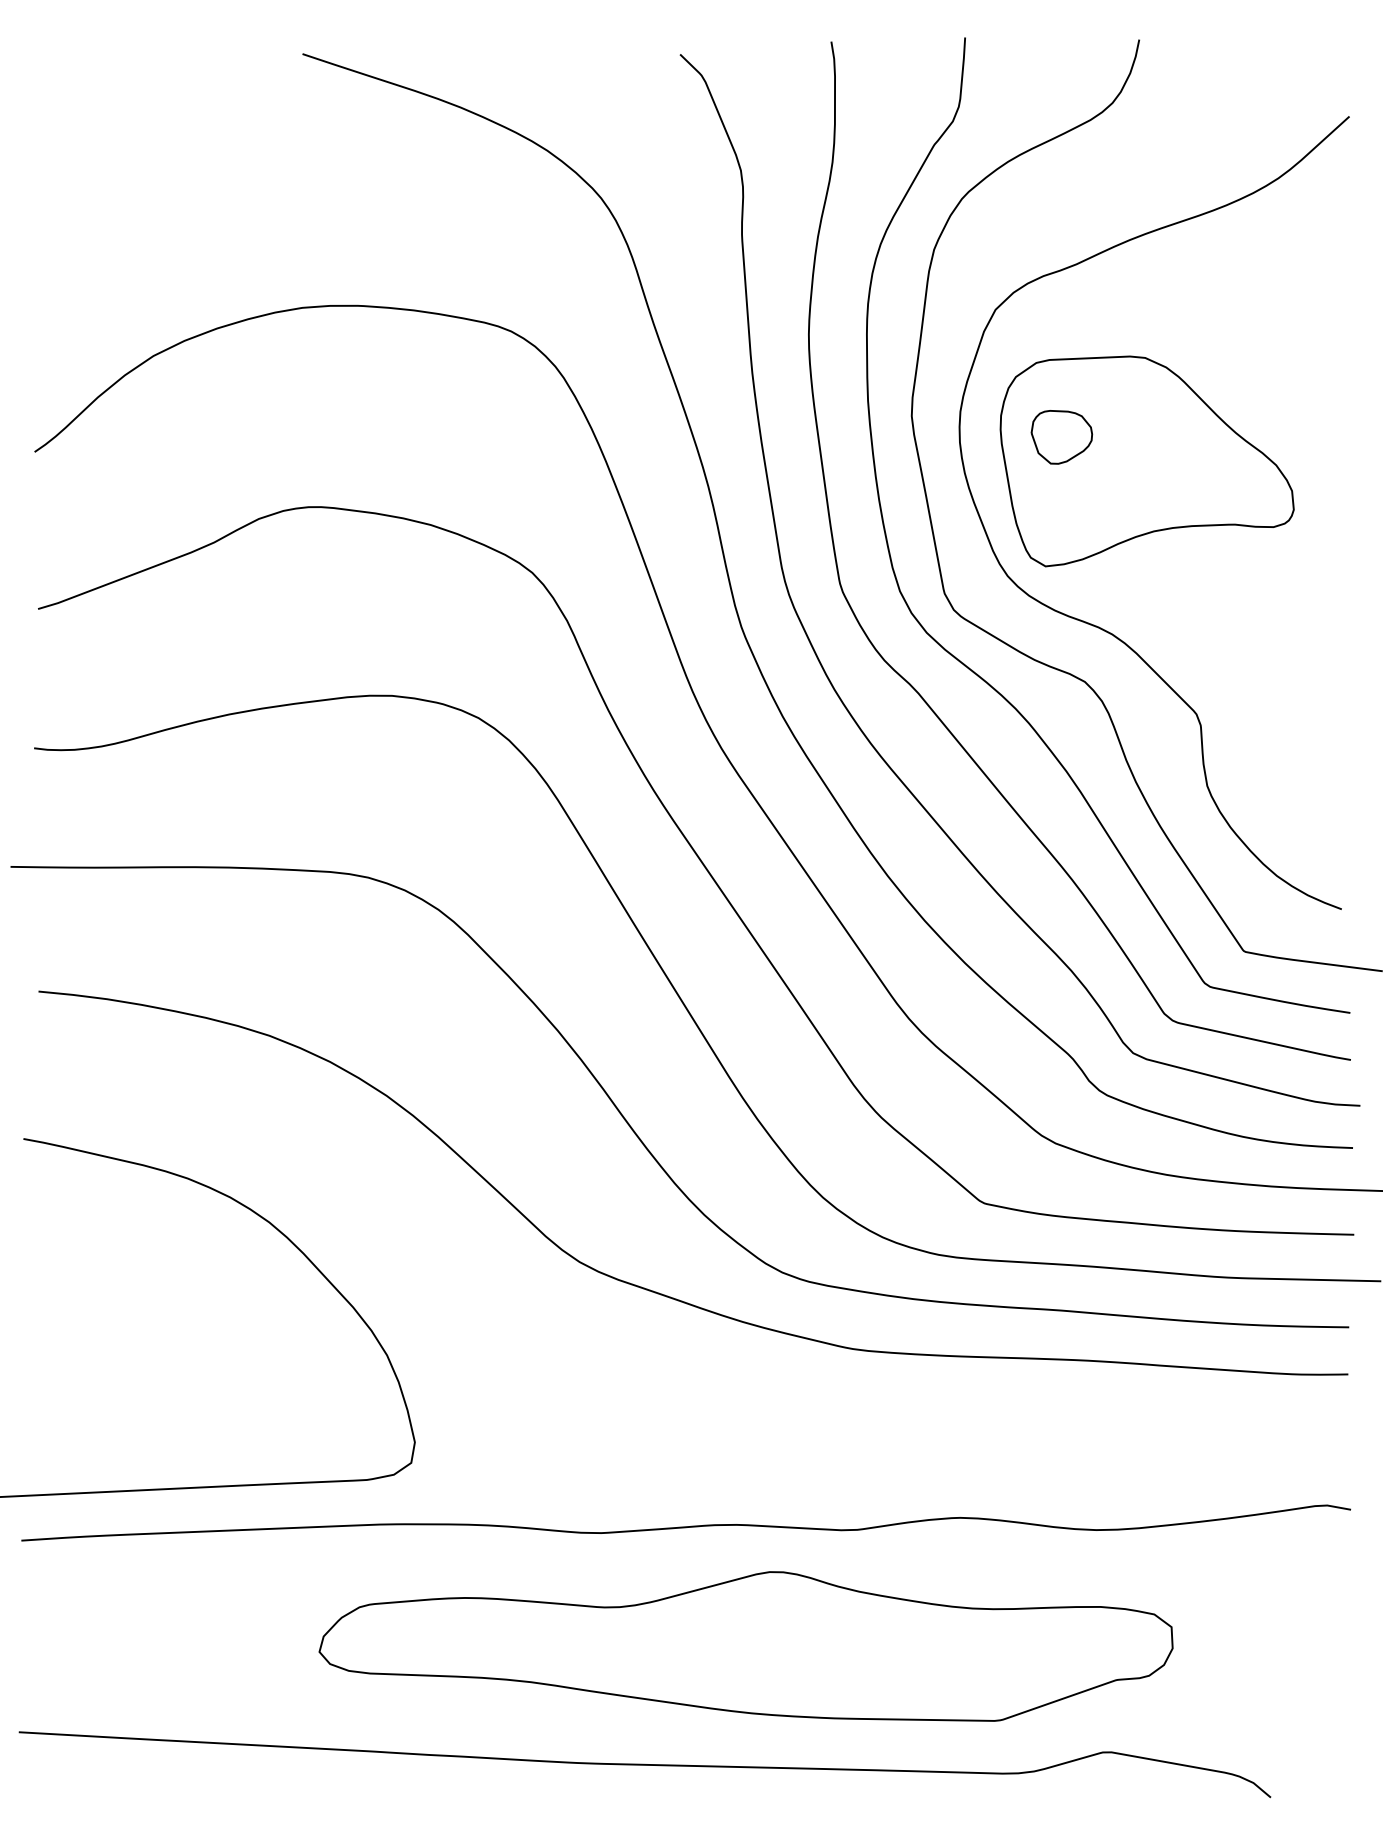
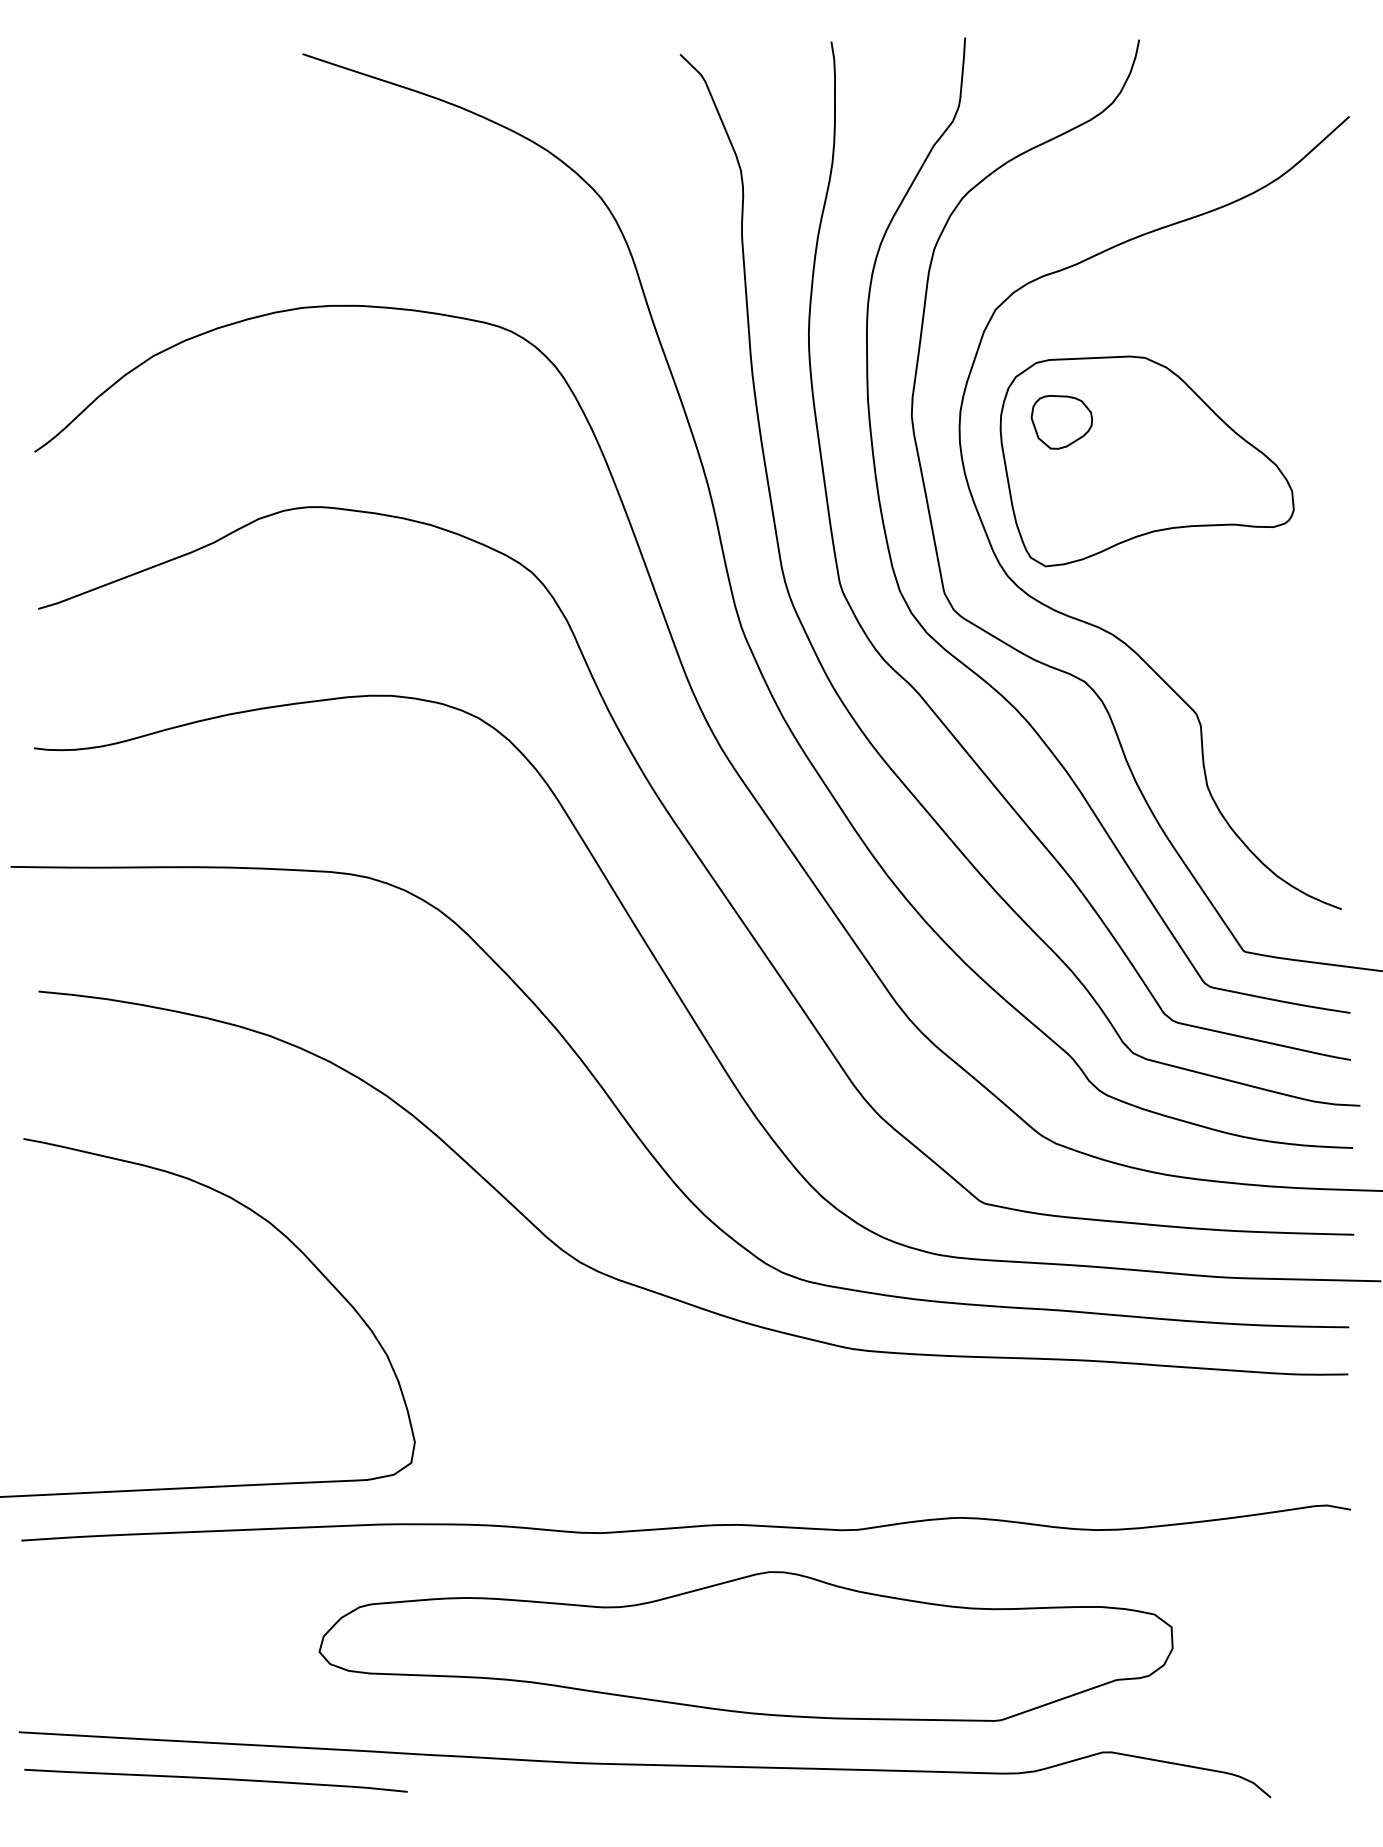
part at (1061, 437) position: (1061, 437) -> (1061, 422)
curve at (215, 1779): none -> present
